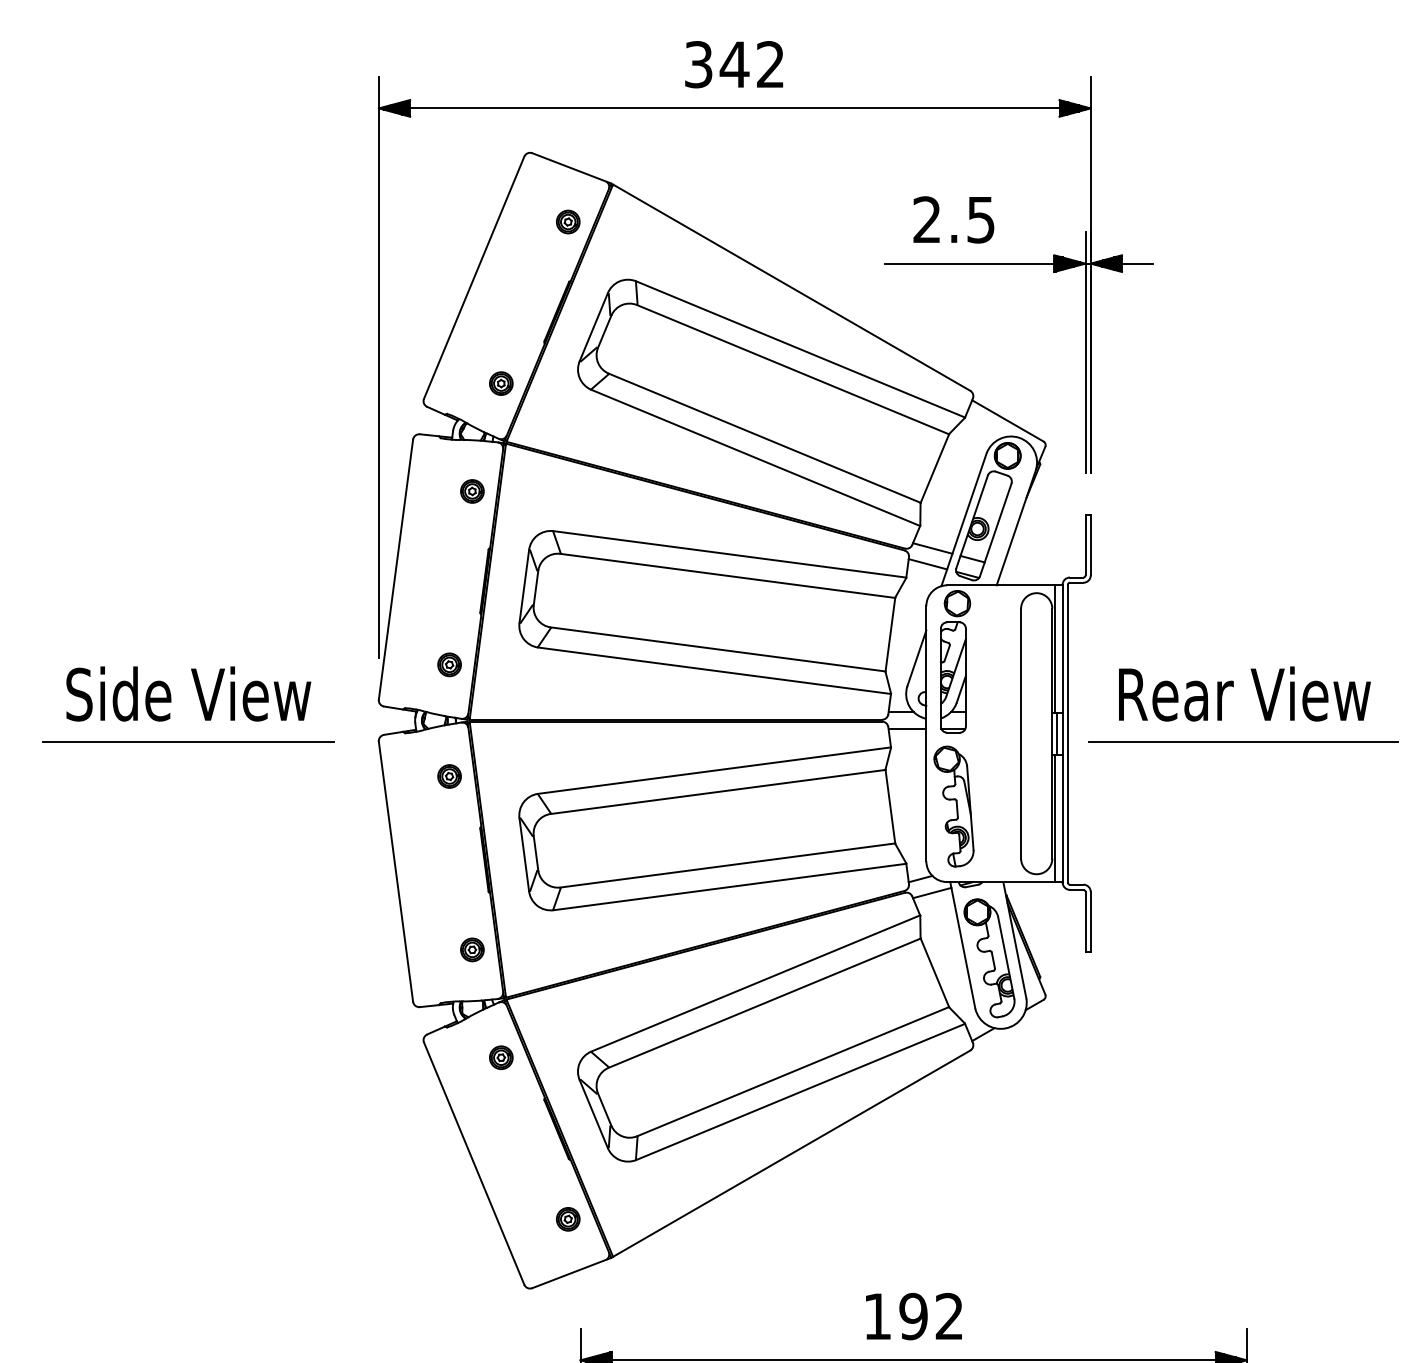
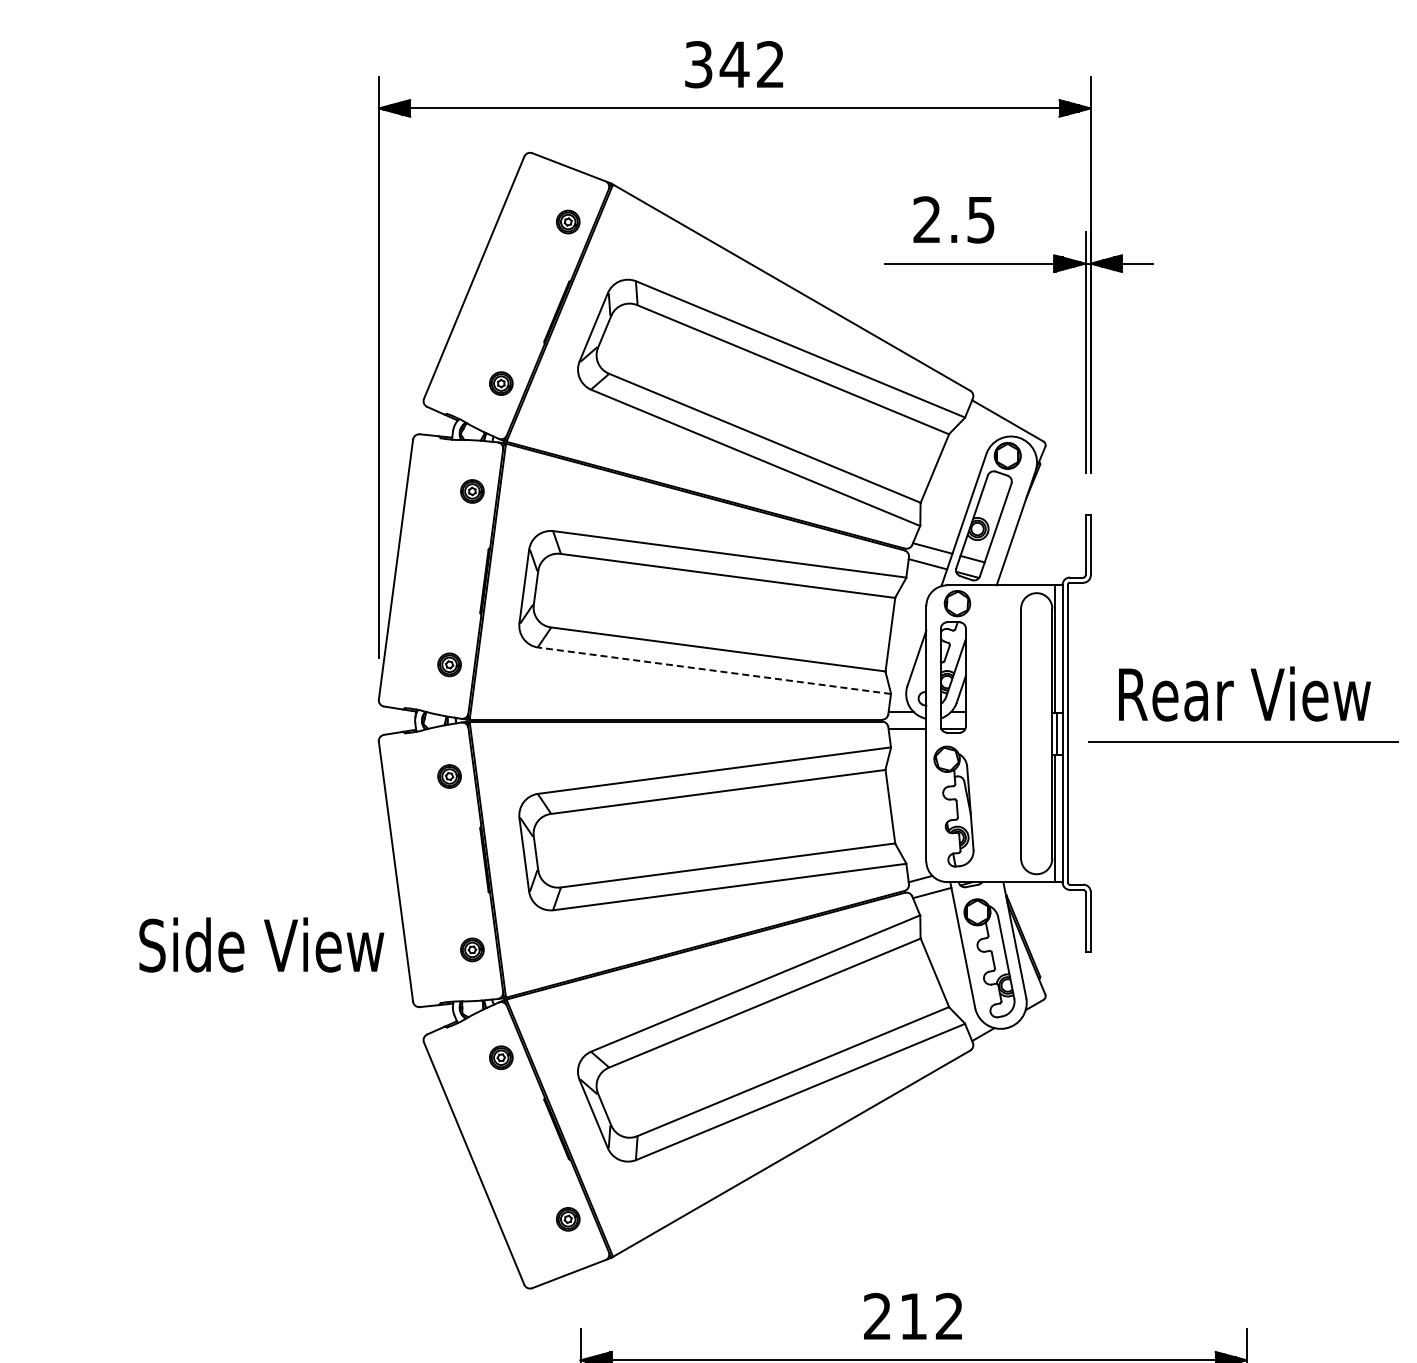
line at (714, 670): solid -> dashed
text at (188, 693) position: (188, 693) -> (261, 944)
line at (188, 741): present -> none
text at (895, 1316): 192 -> 212
